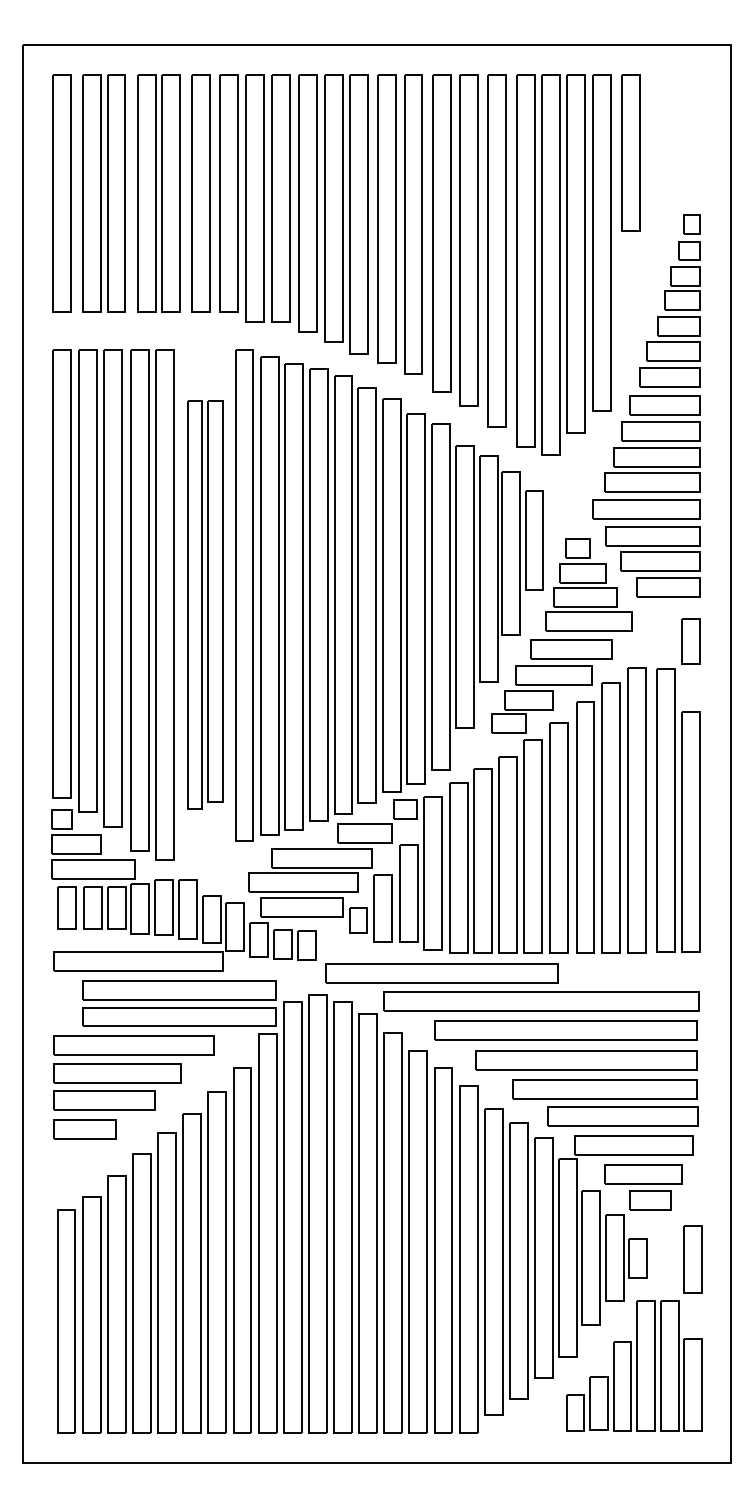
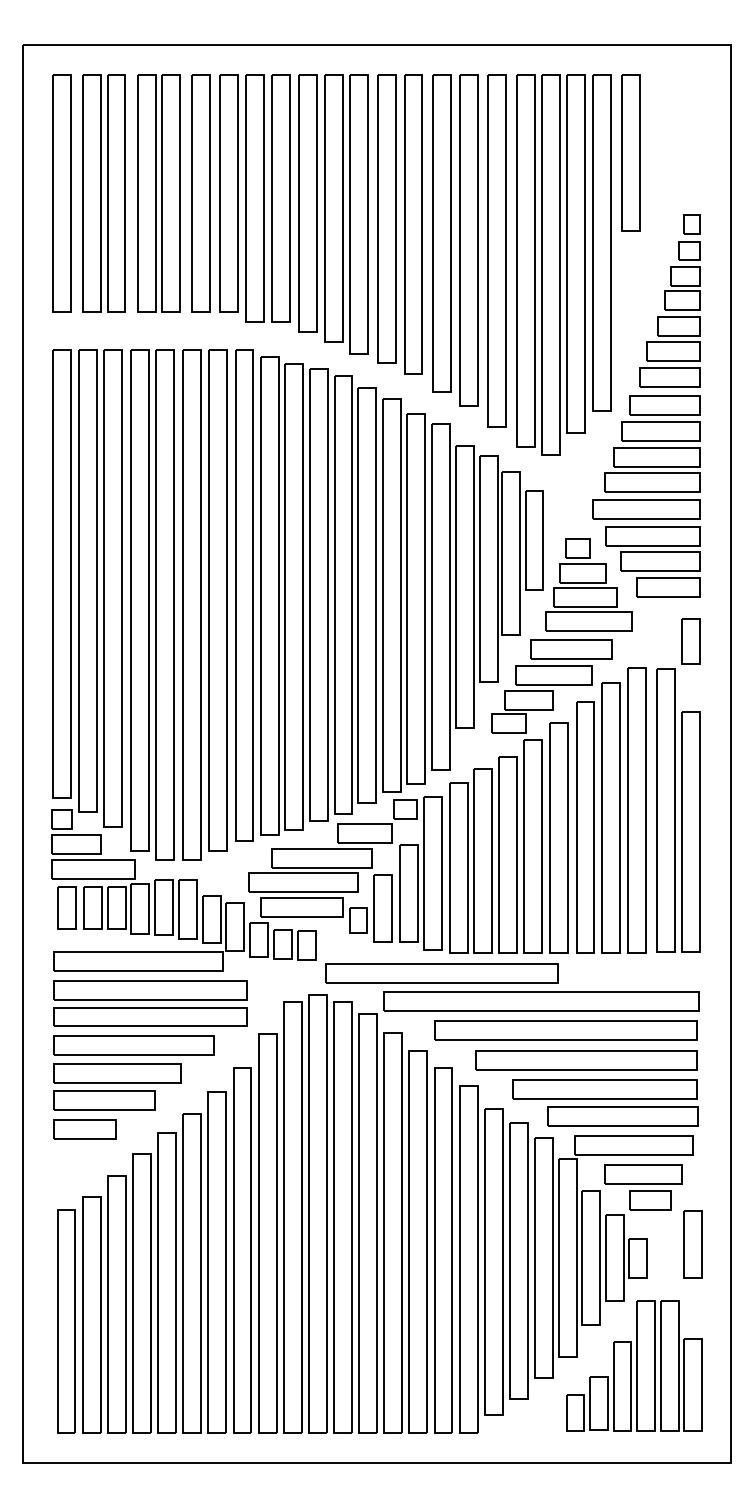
part at (205, 604) size: 37x410 px -> 46x512 px
part at (179, 1003) position: (179, 1003) -> (150, 1003)
part at (692, 1259) position: (692, 1259) -> (692, 1244)
